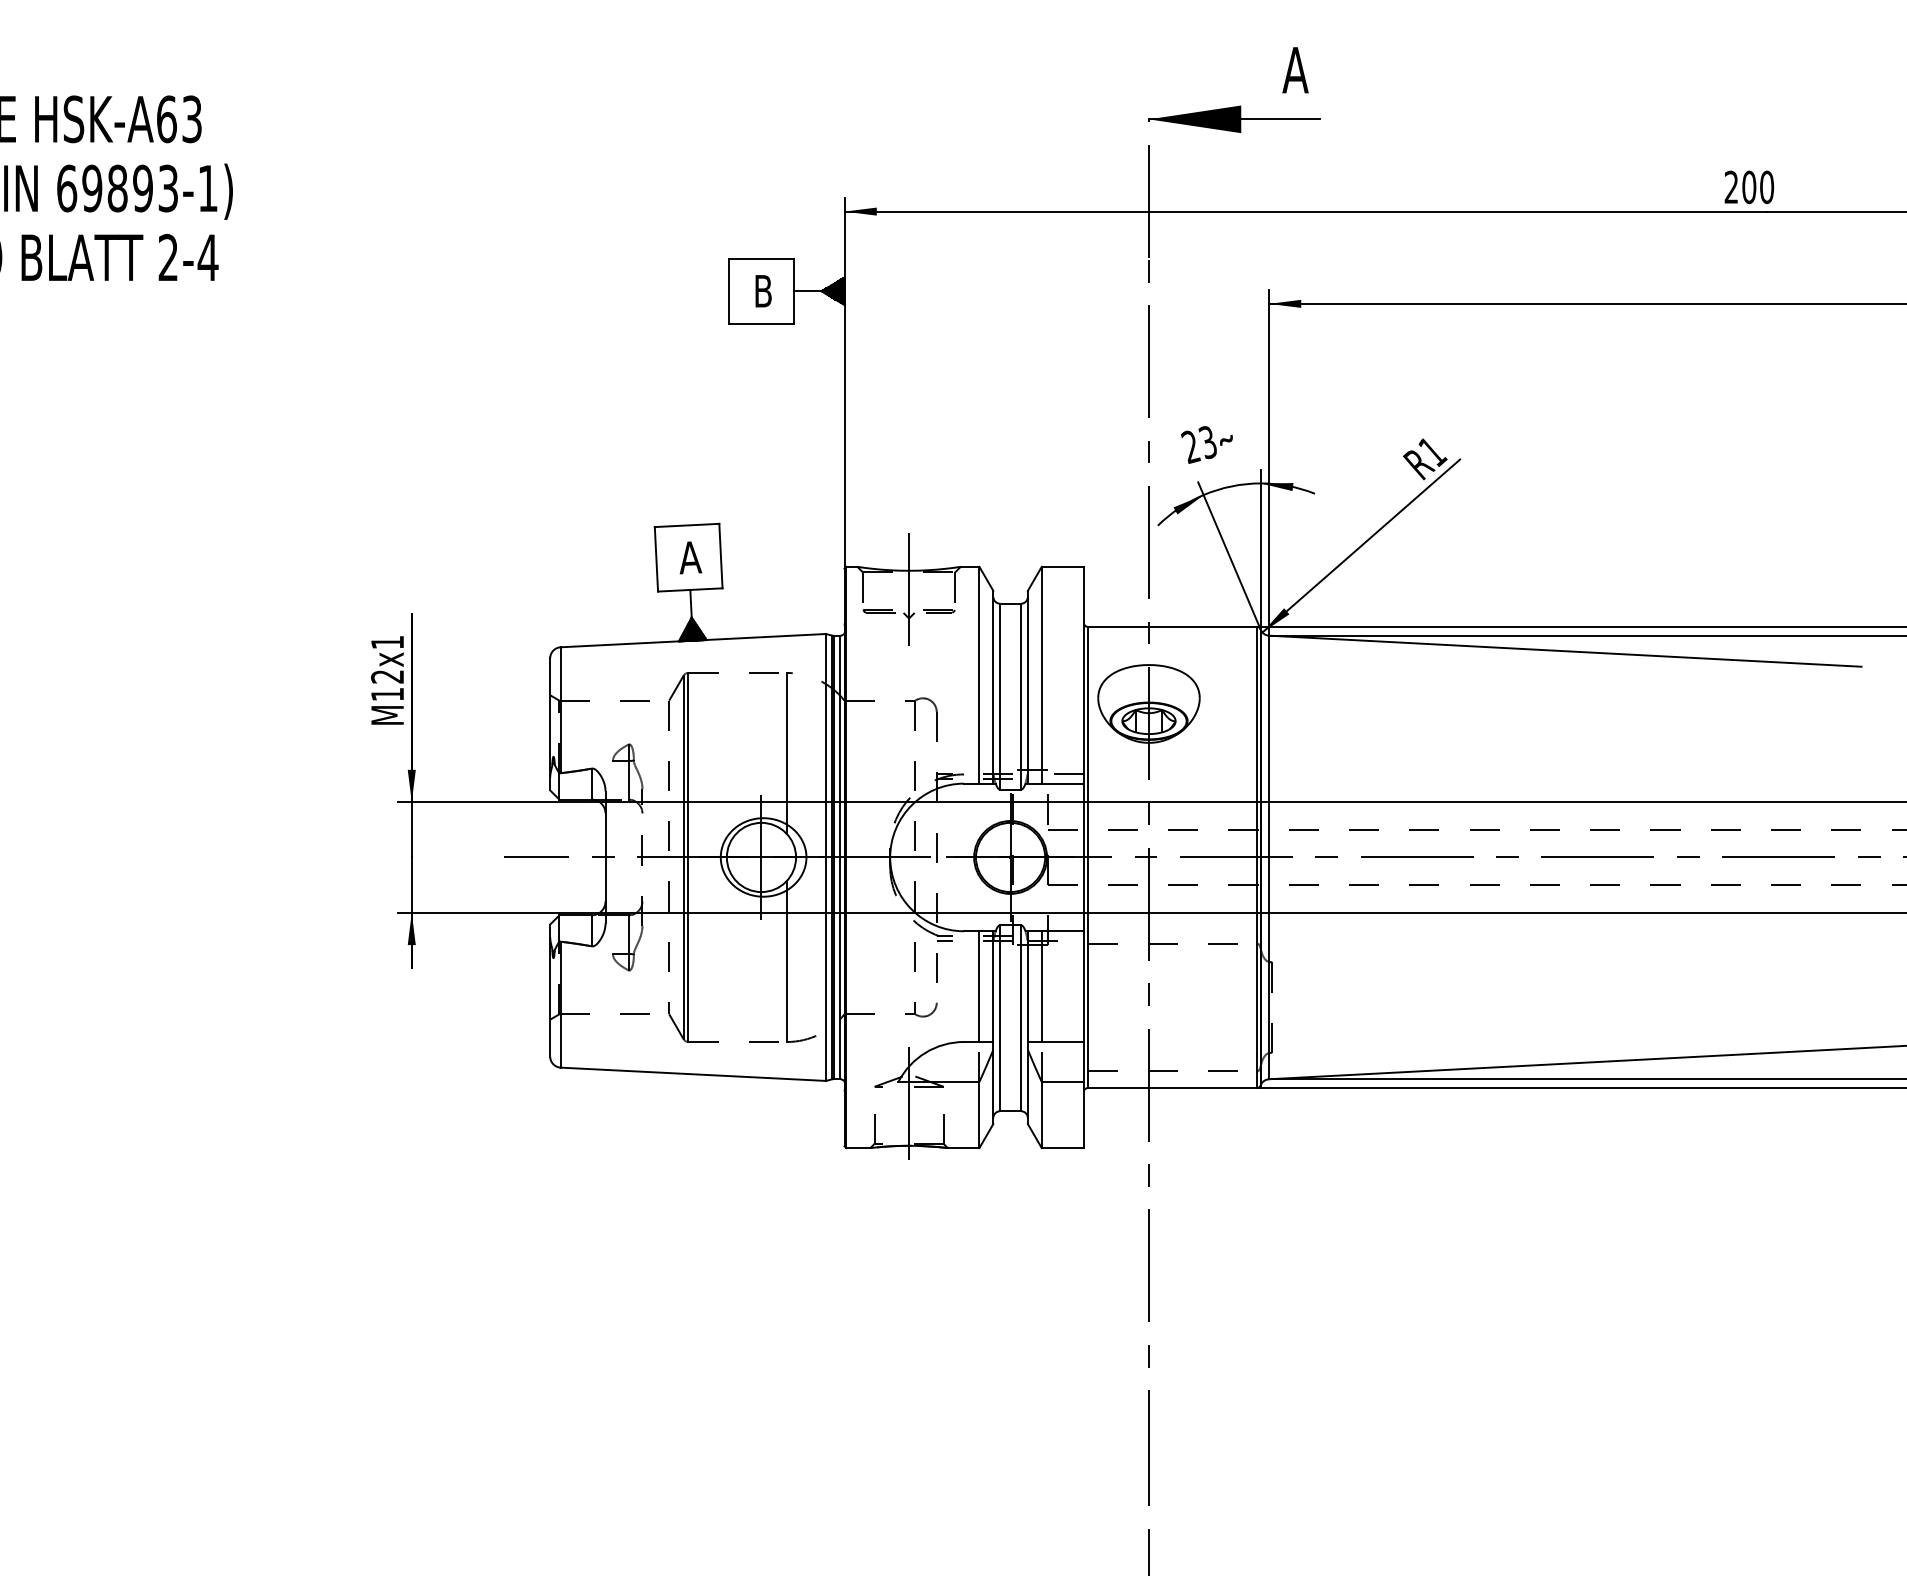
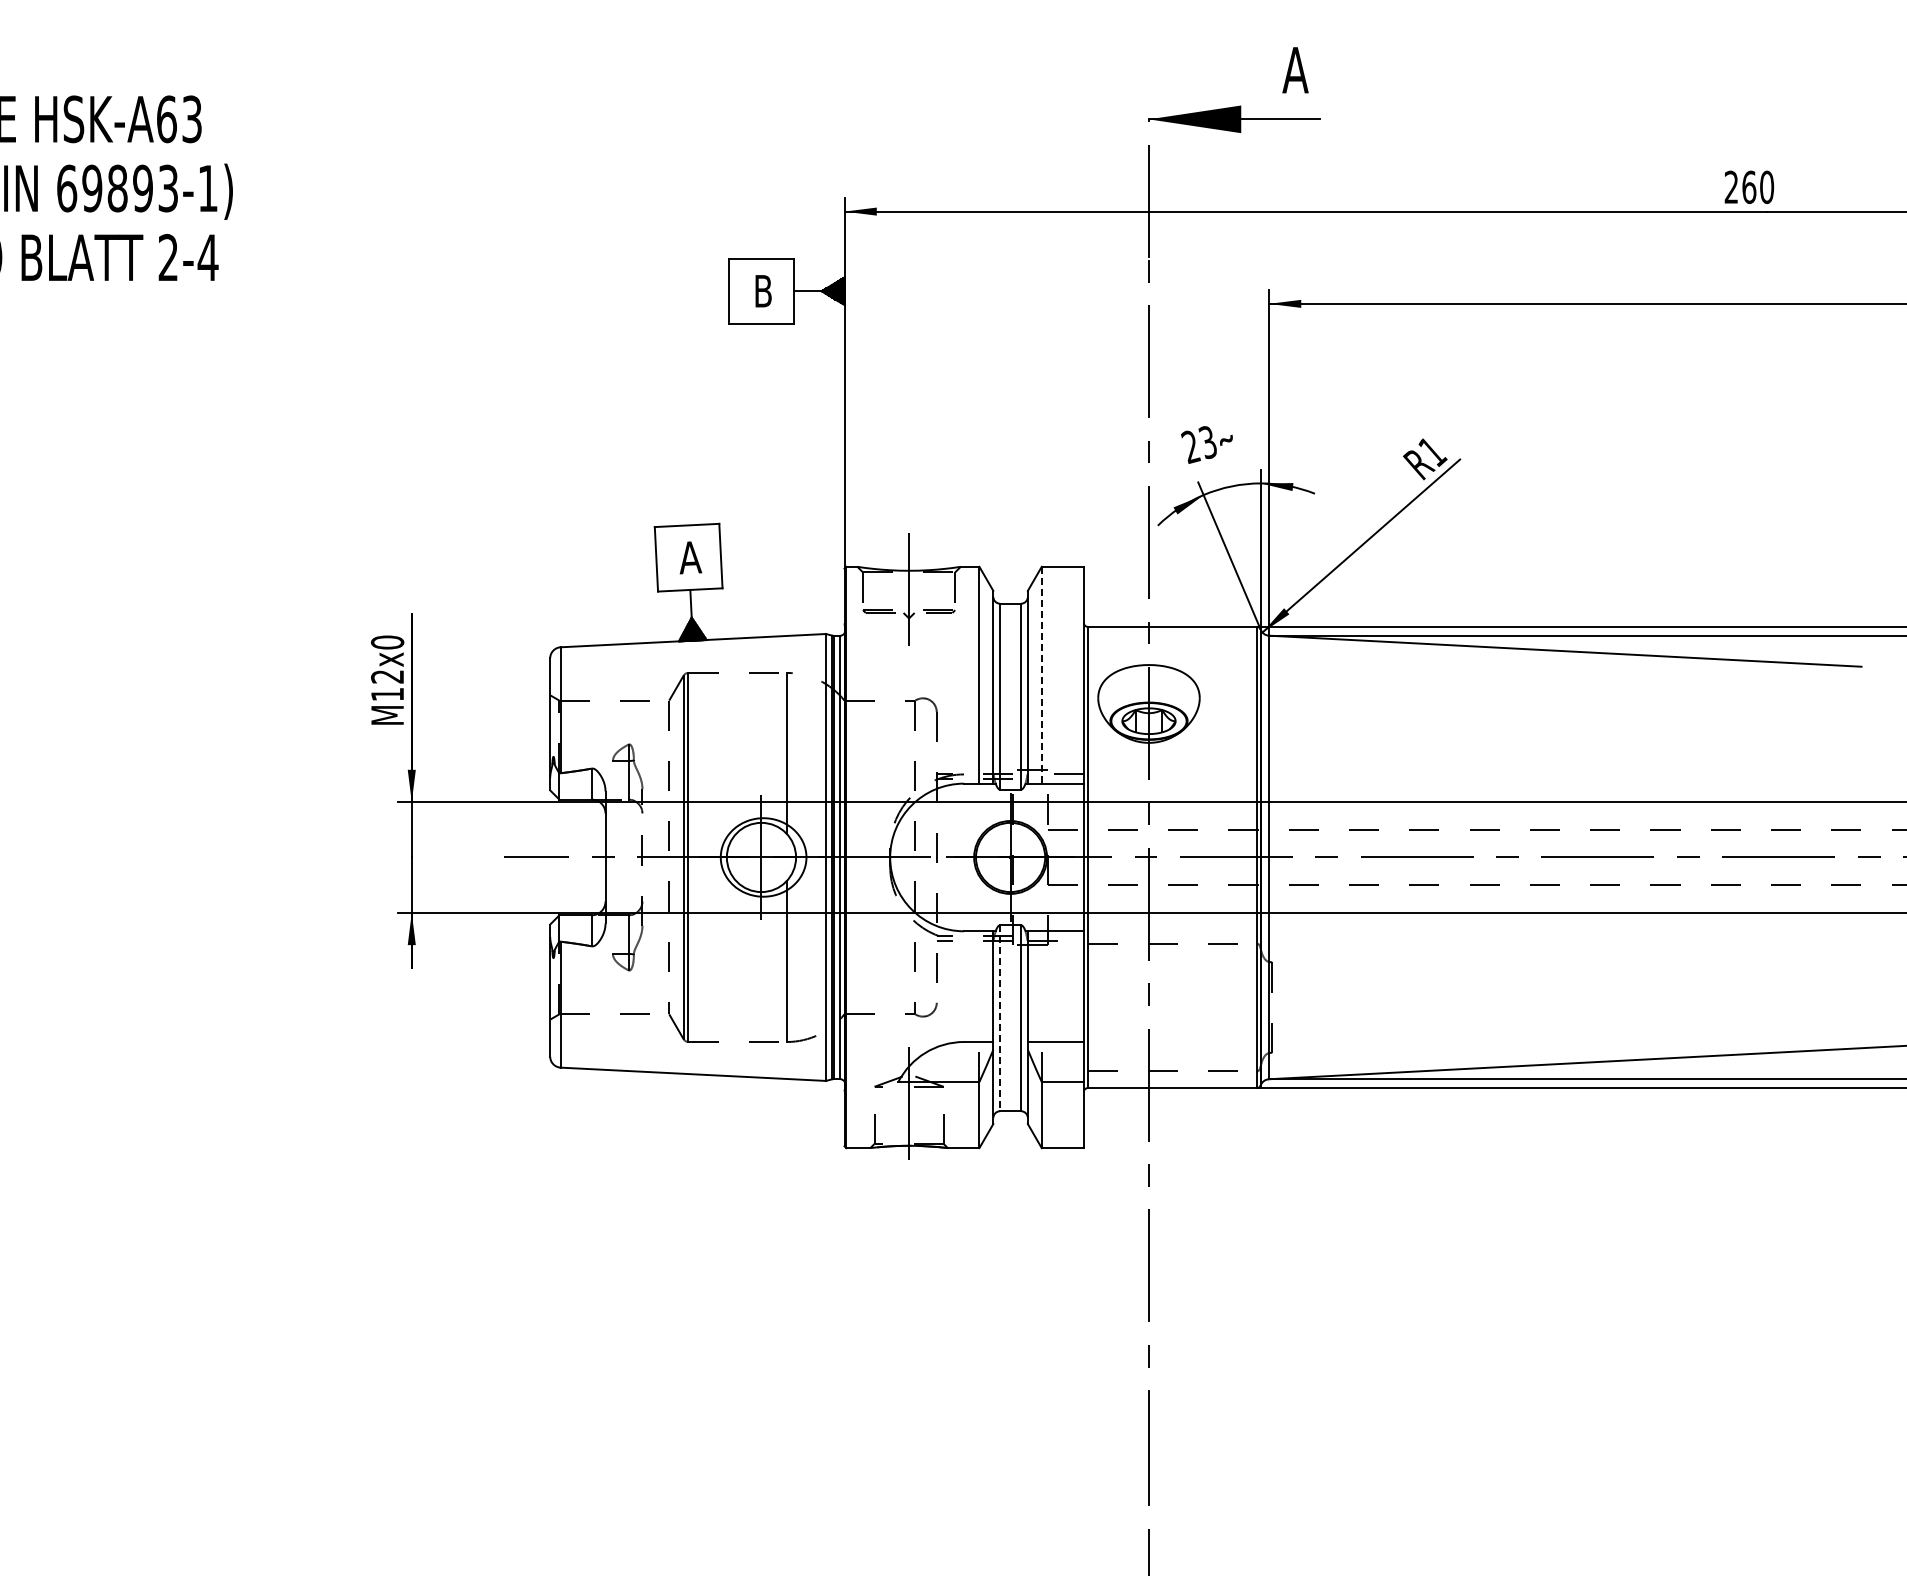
text at (1749, 186): 200 -> 260
text at (387, 642): M12x1 -> M12x0
line at (1041, 675): solid -> dashed
line at (979, 986): present -> none
line at (1041, 986): present -> none
line at (1000, 1018): solid -> dashed
